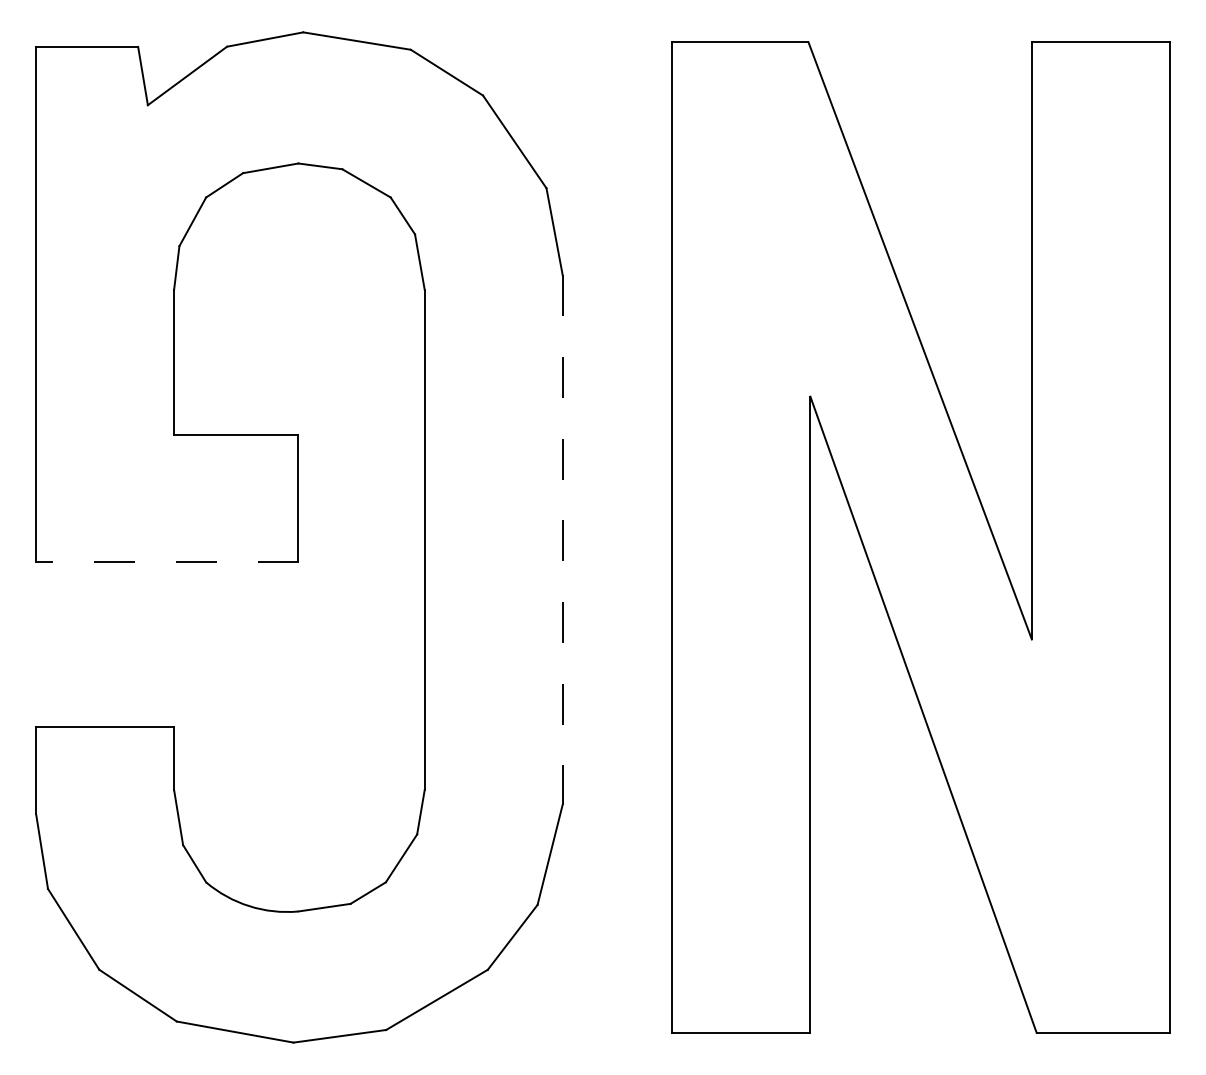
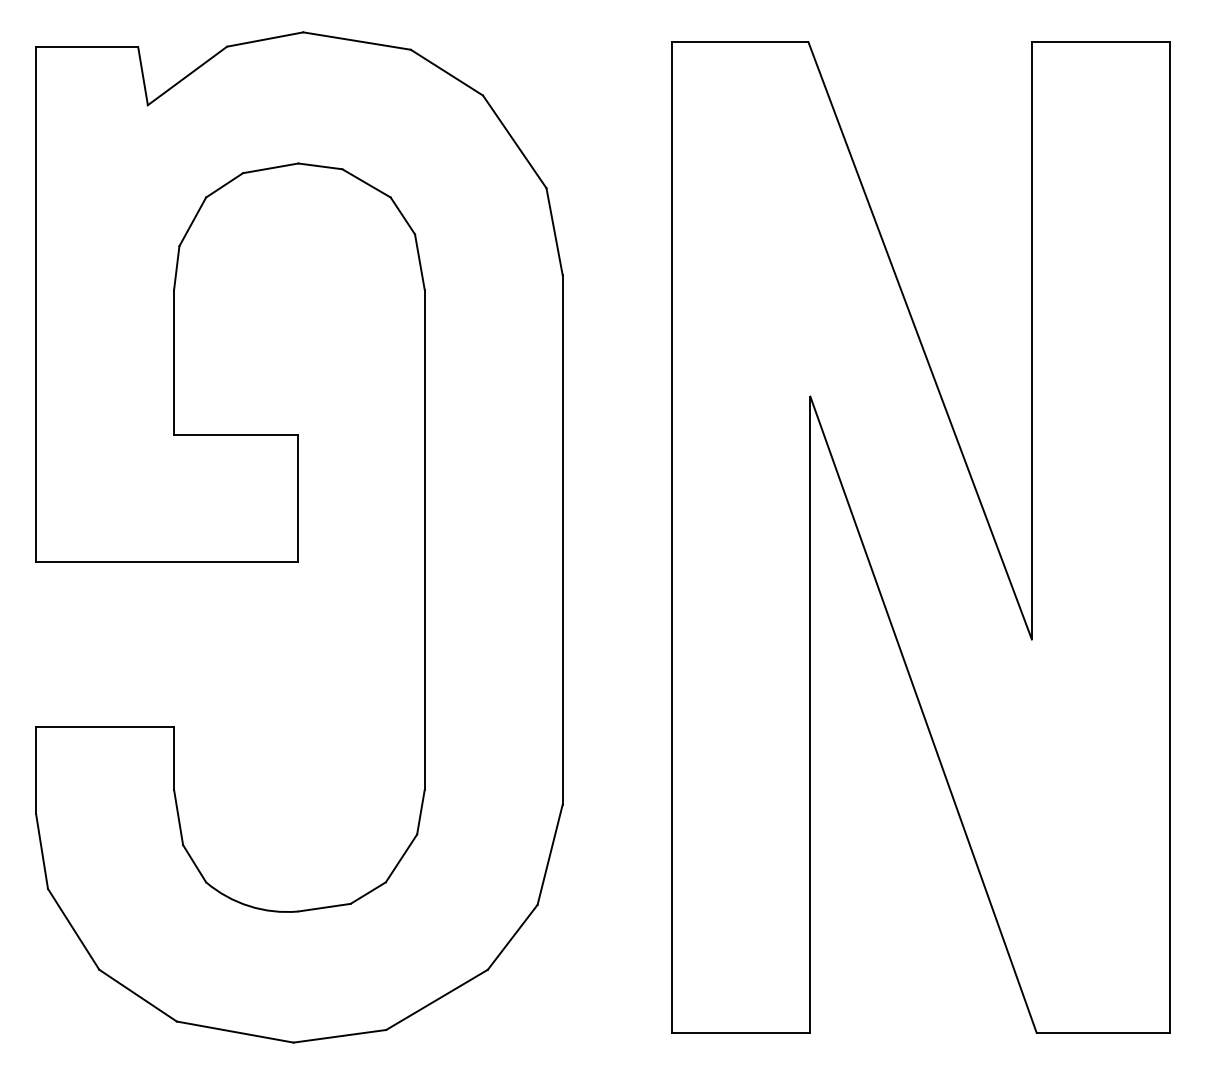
line at (562, 539): dashed -> solid
line at (166, 561): dashed -> solid
